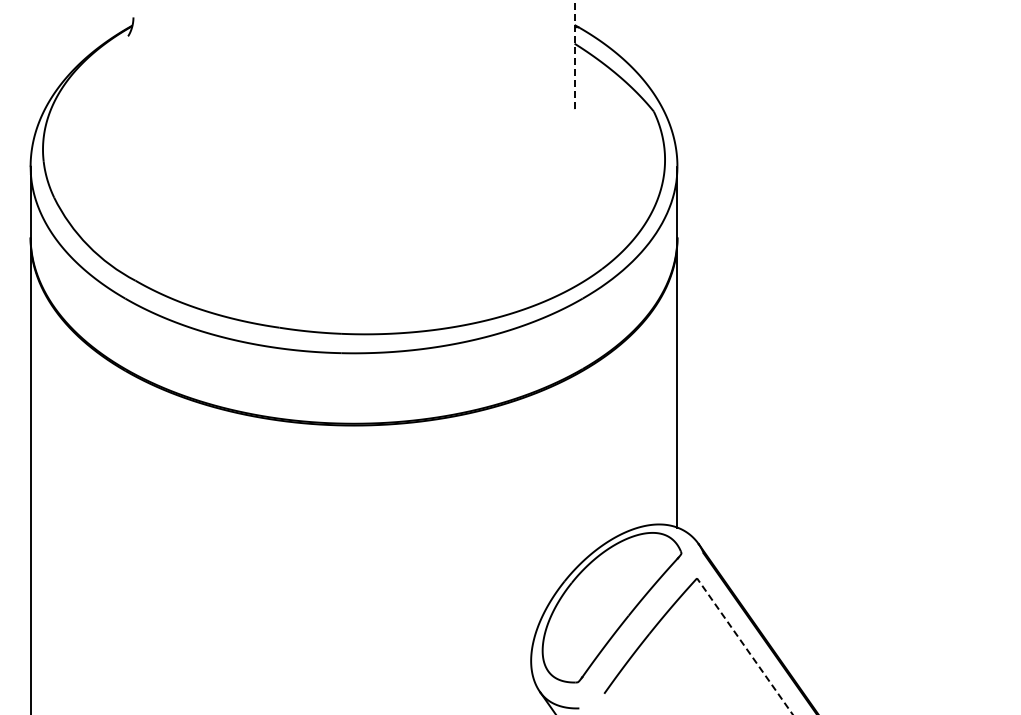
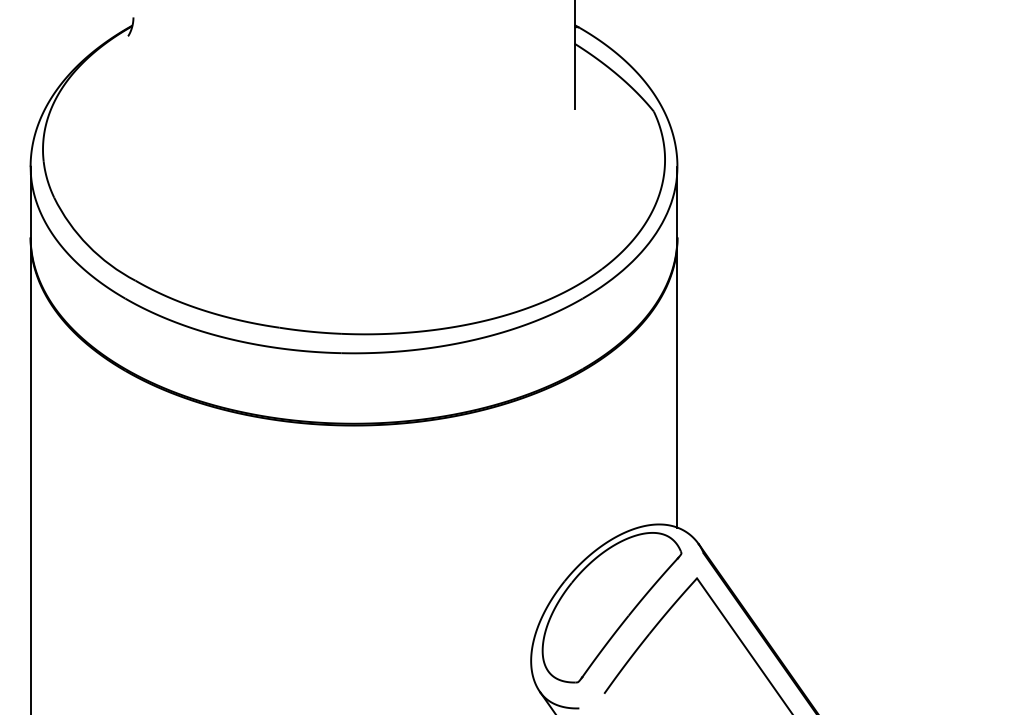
line at (574, 54): dashed -> solid
line at (744, 646): dashed -> solid
